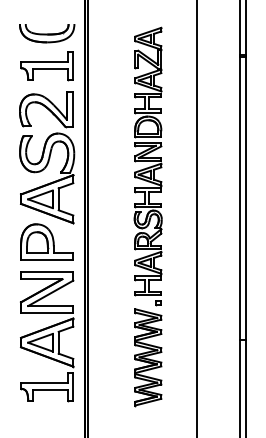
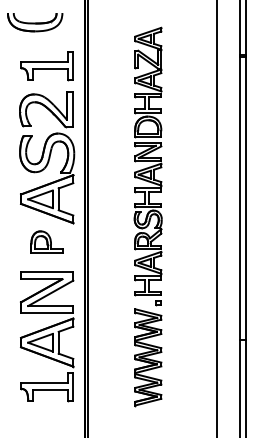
part at (47, 33) position: (47, 33) -> (35, 22)
line at (196, 218) position: (196, 218) -> (216, 218)
part at (46, 241) size: 54x38 px -> 34x24 px
